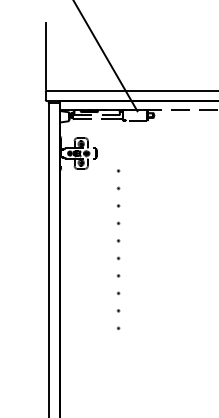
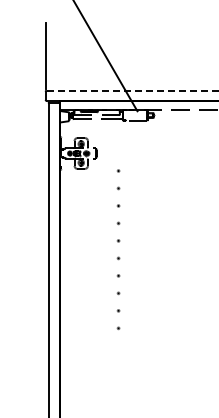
line at (132, 90): solid -> dashed
